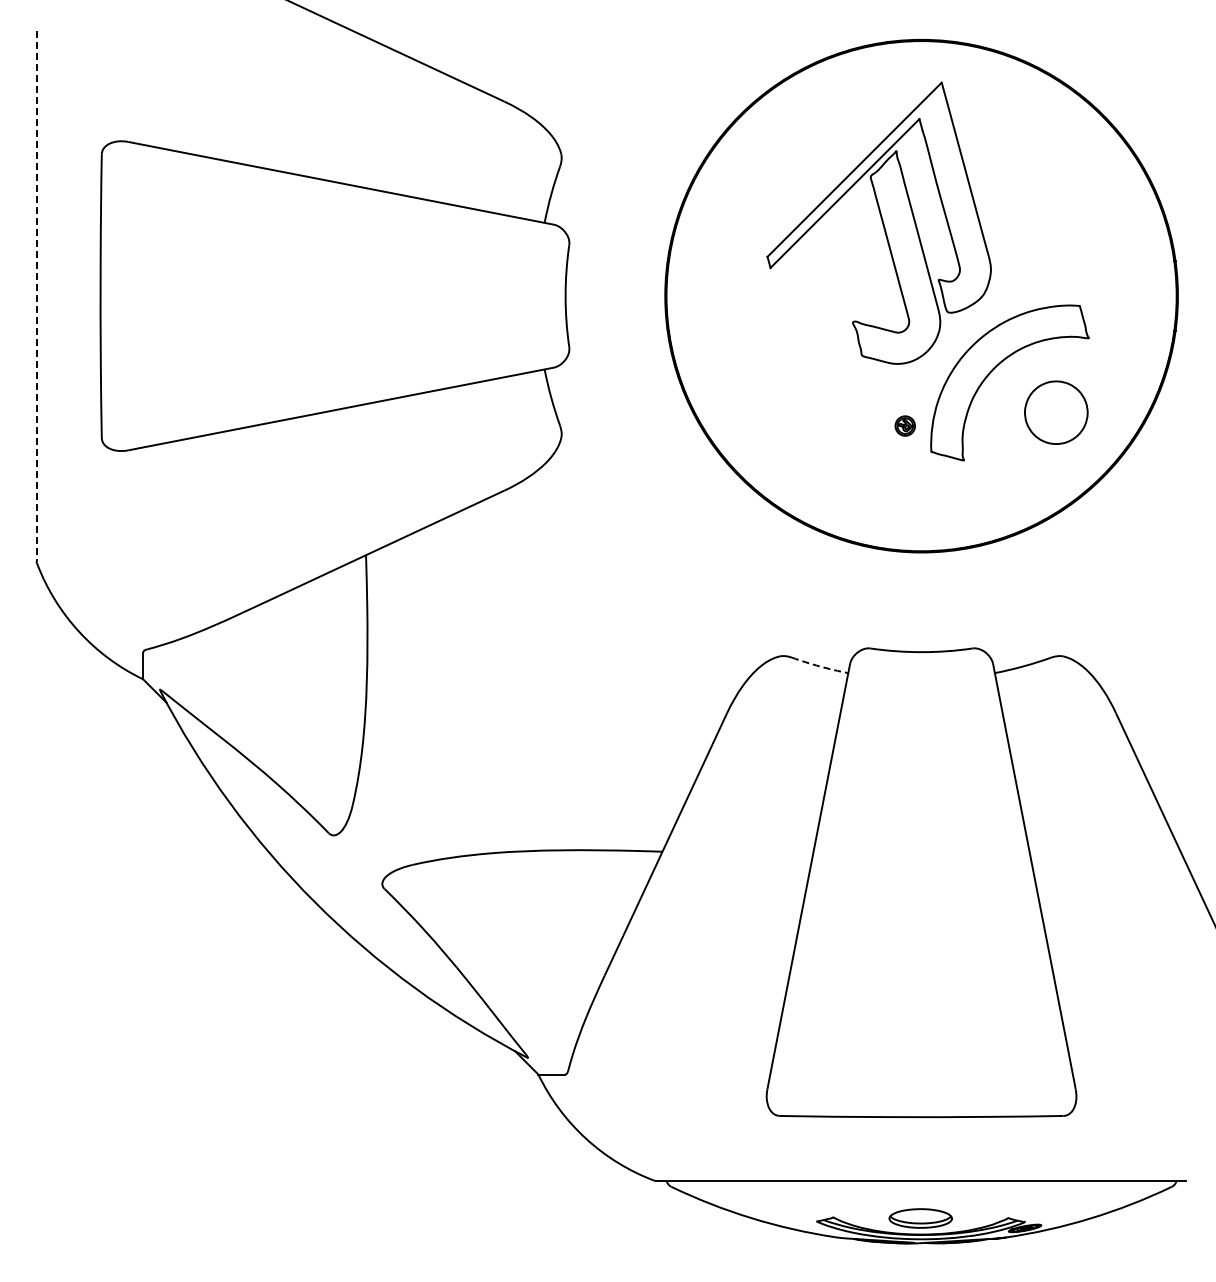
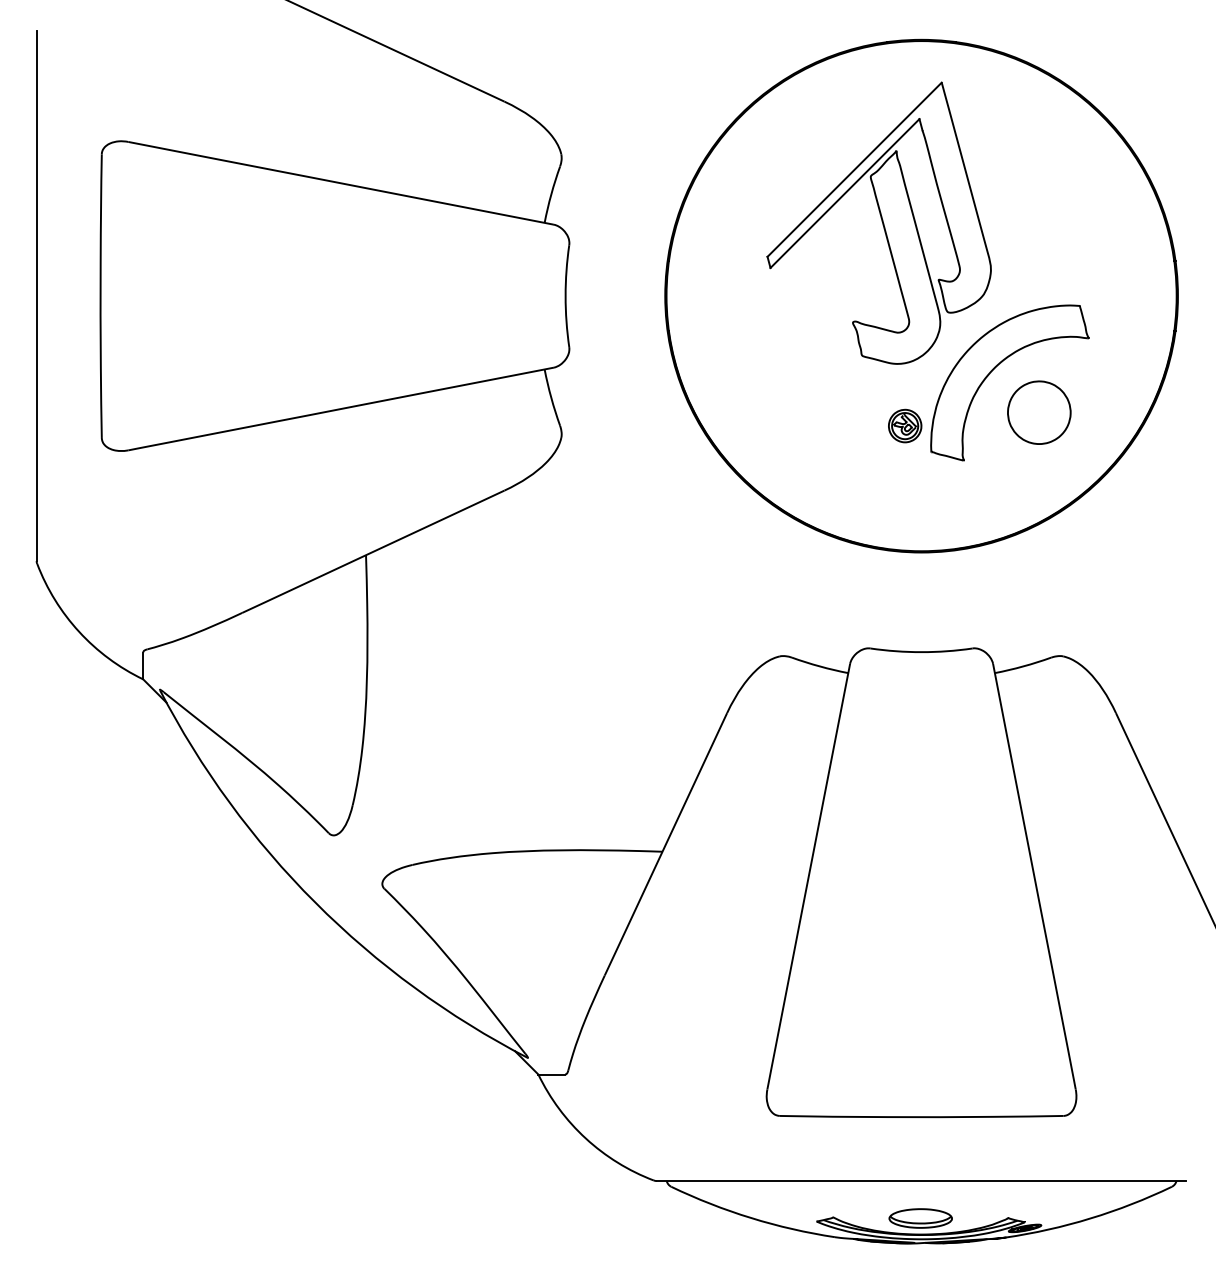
line at (36, 296): dashed -> solid
part at (1056, 412) position: (1056, 412) -> (1039, 412)
part at (904, 425) size: 22x22 px -> 35x36 px
arc at (819, 666): dashed -> solid
